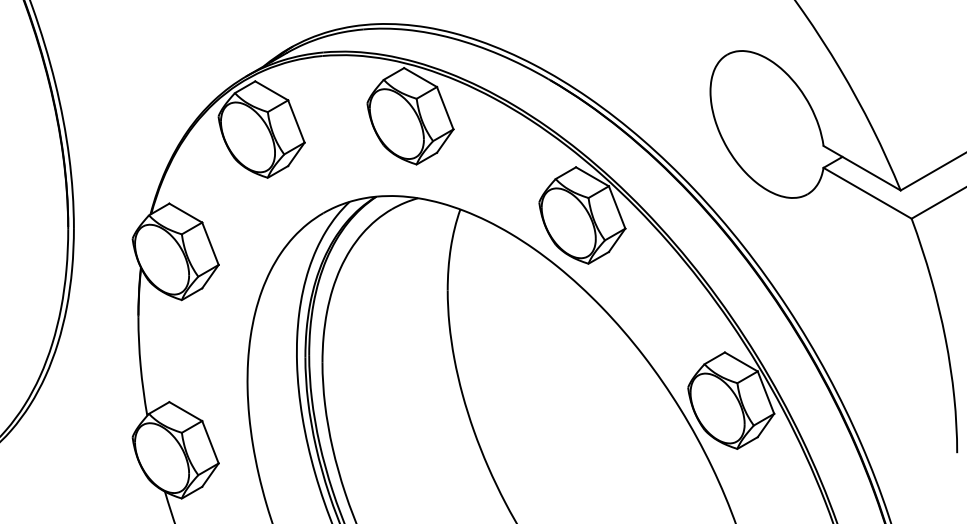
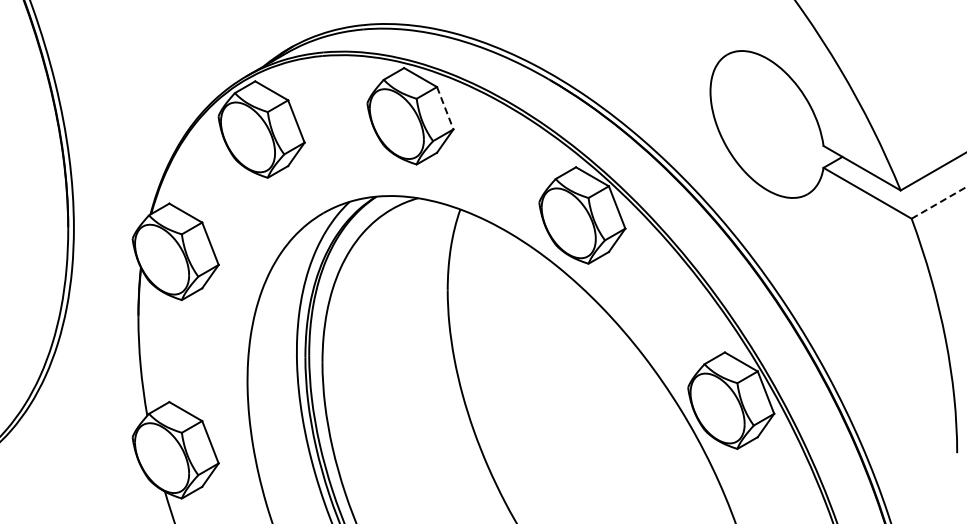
line at (445, 108): solid -> dashed
line at (939, 202): solid -> dashed
